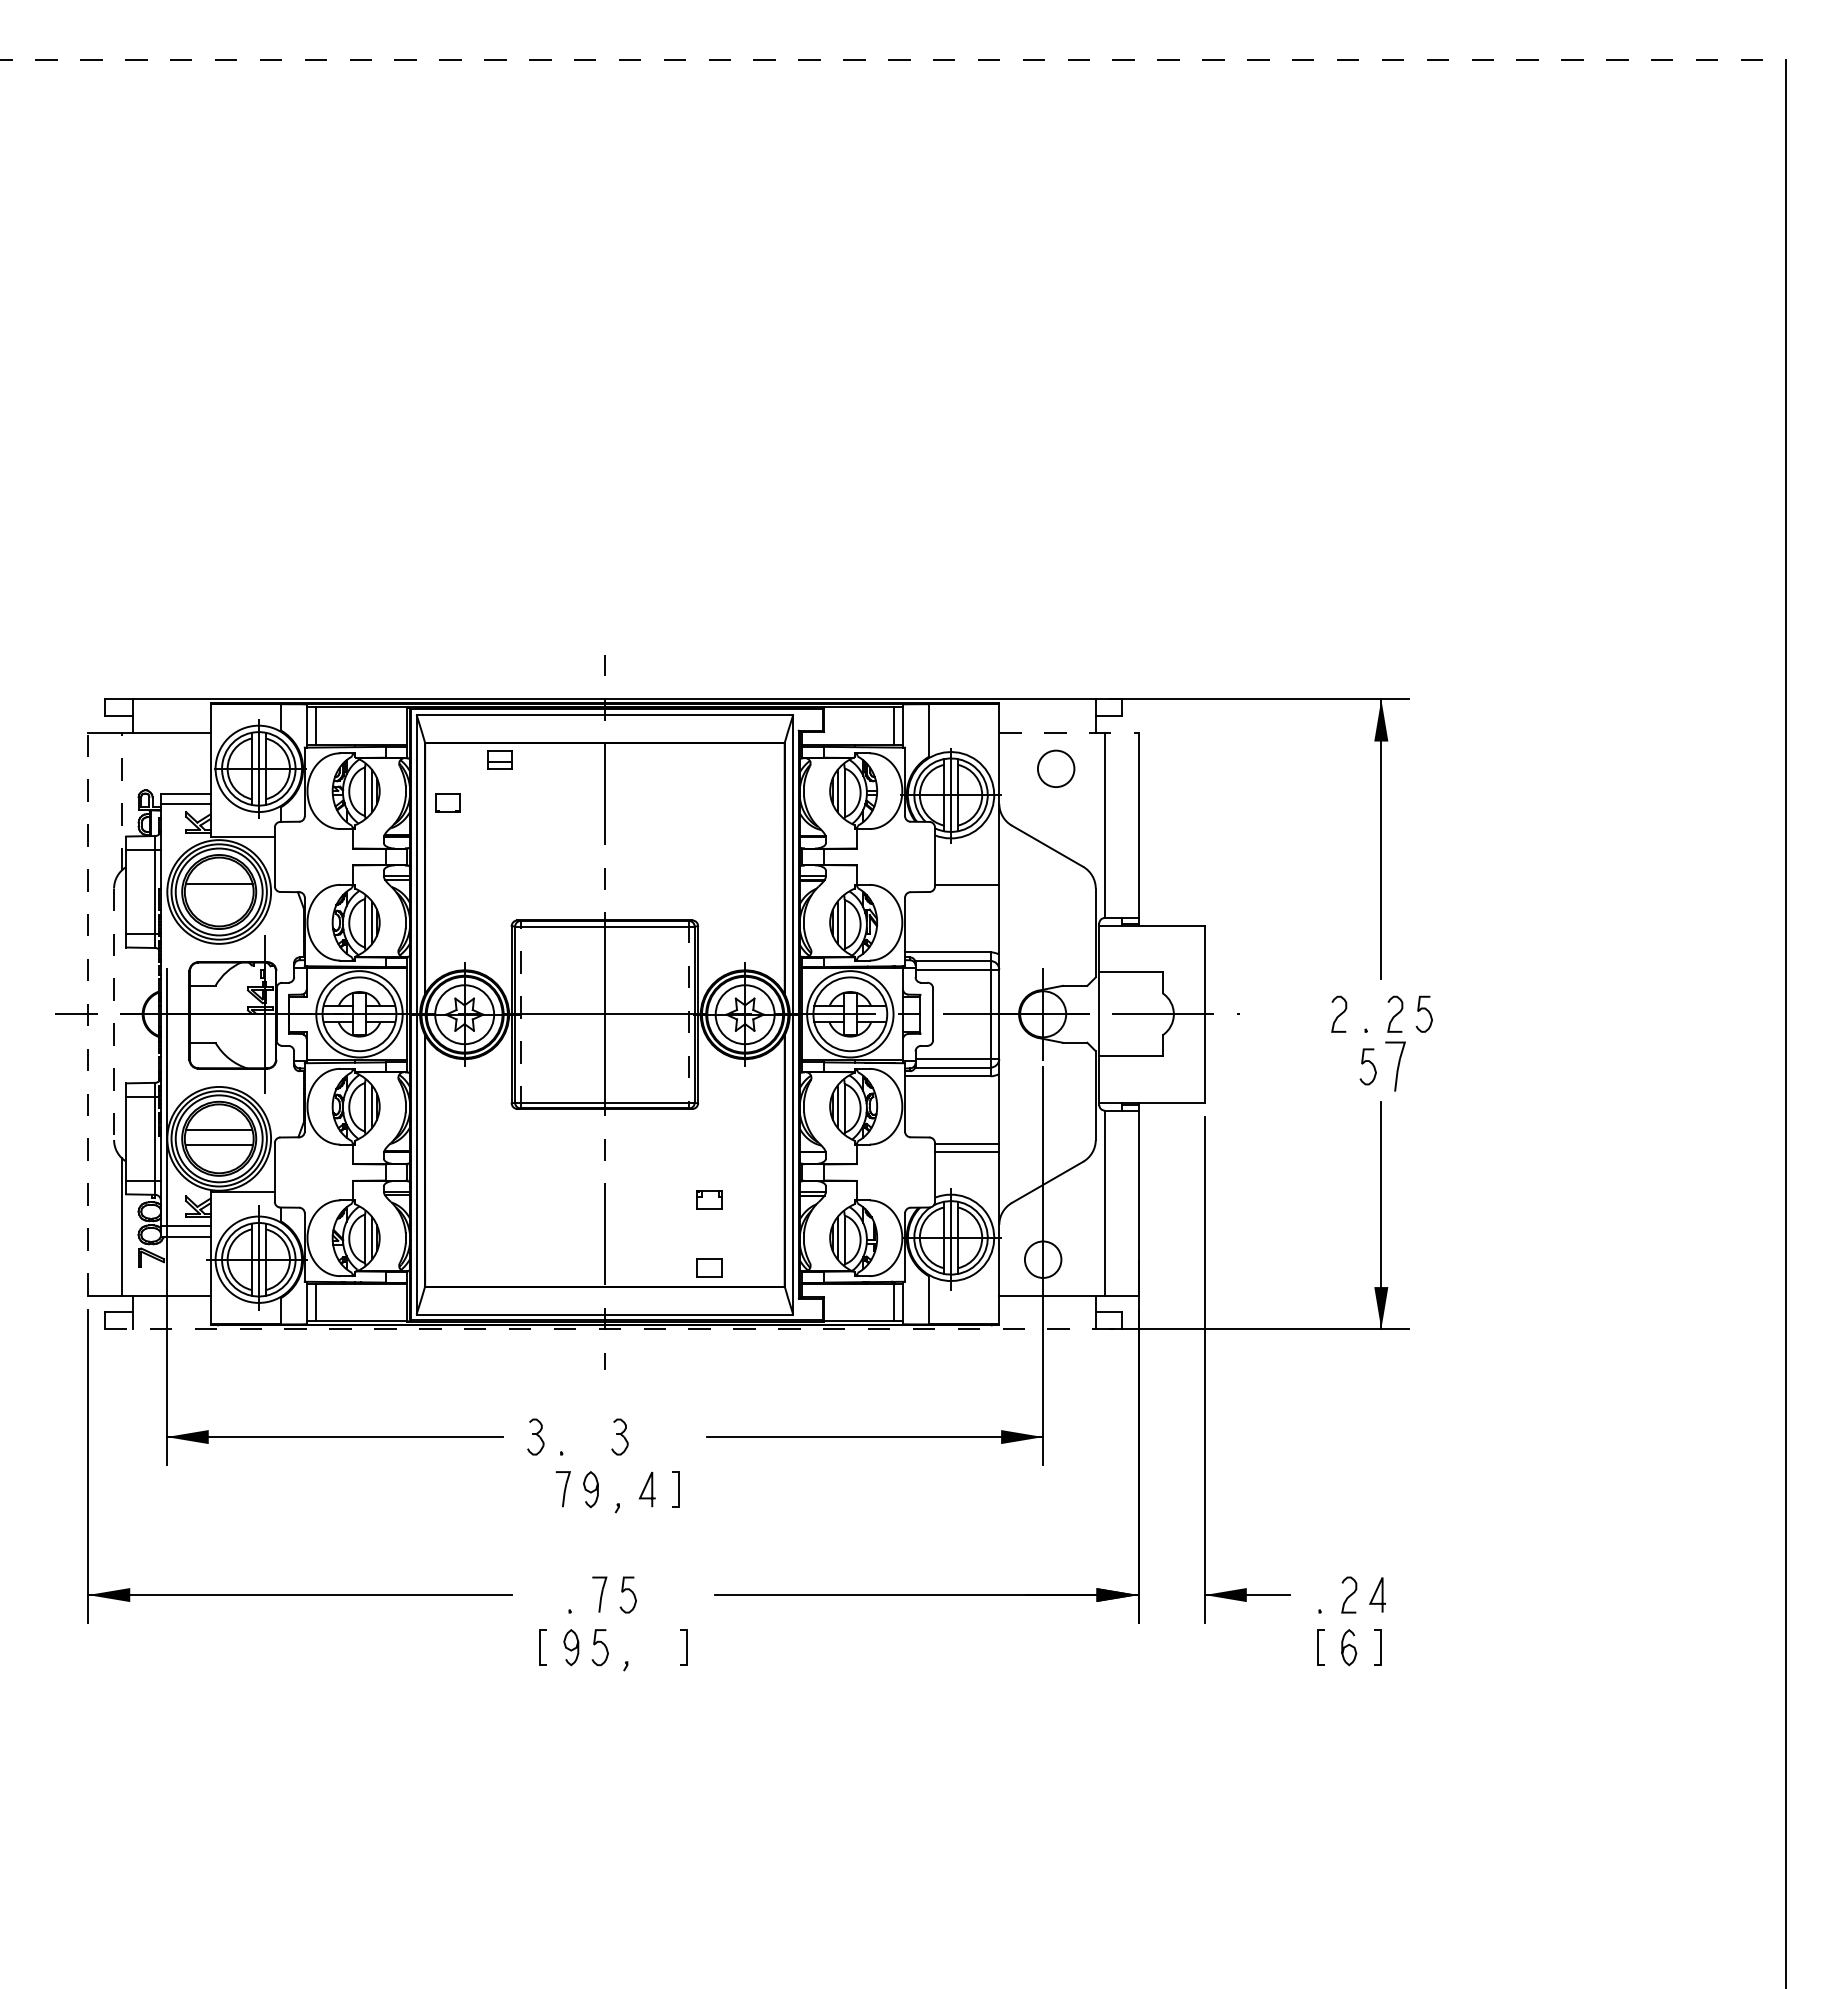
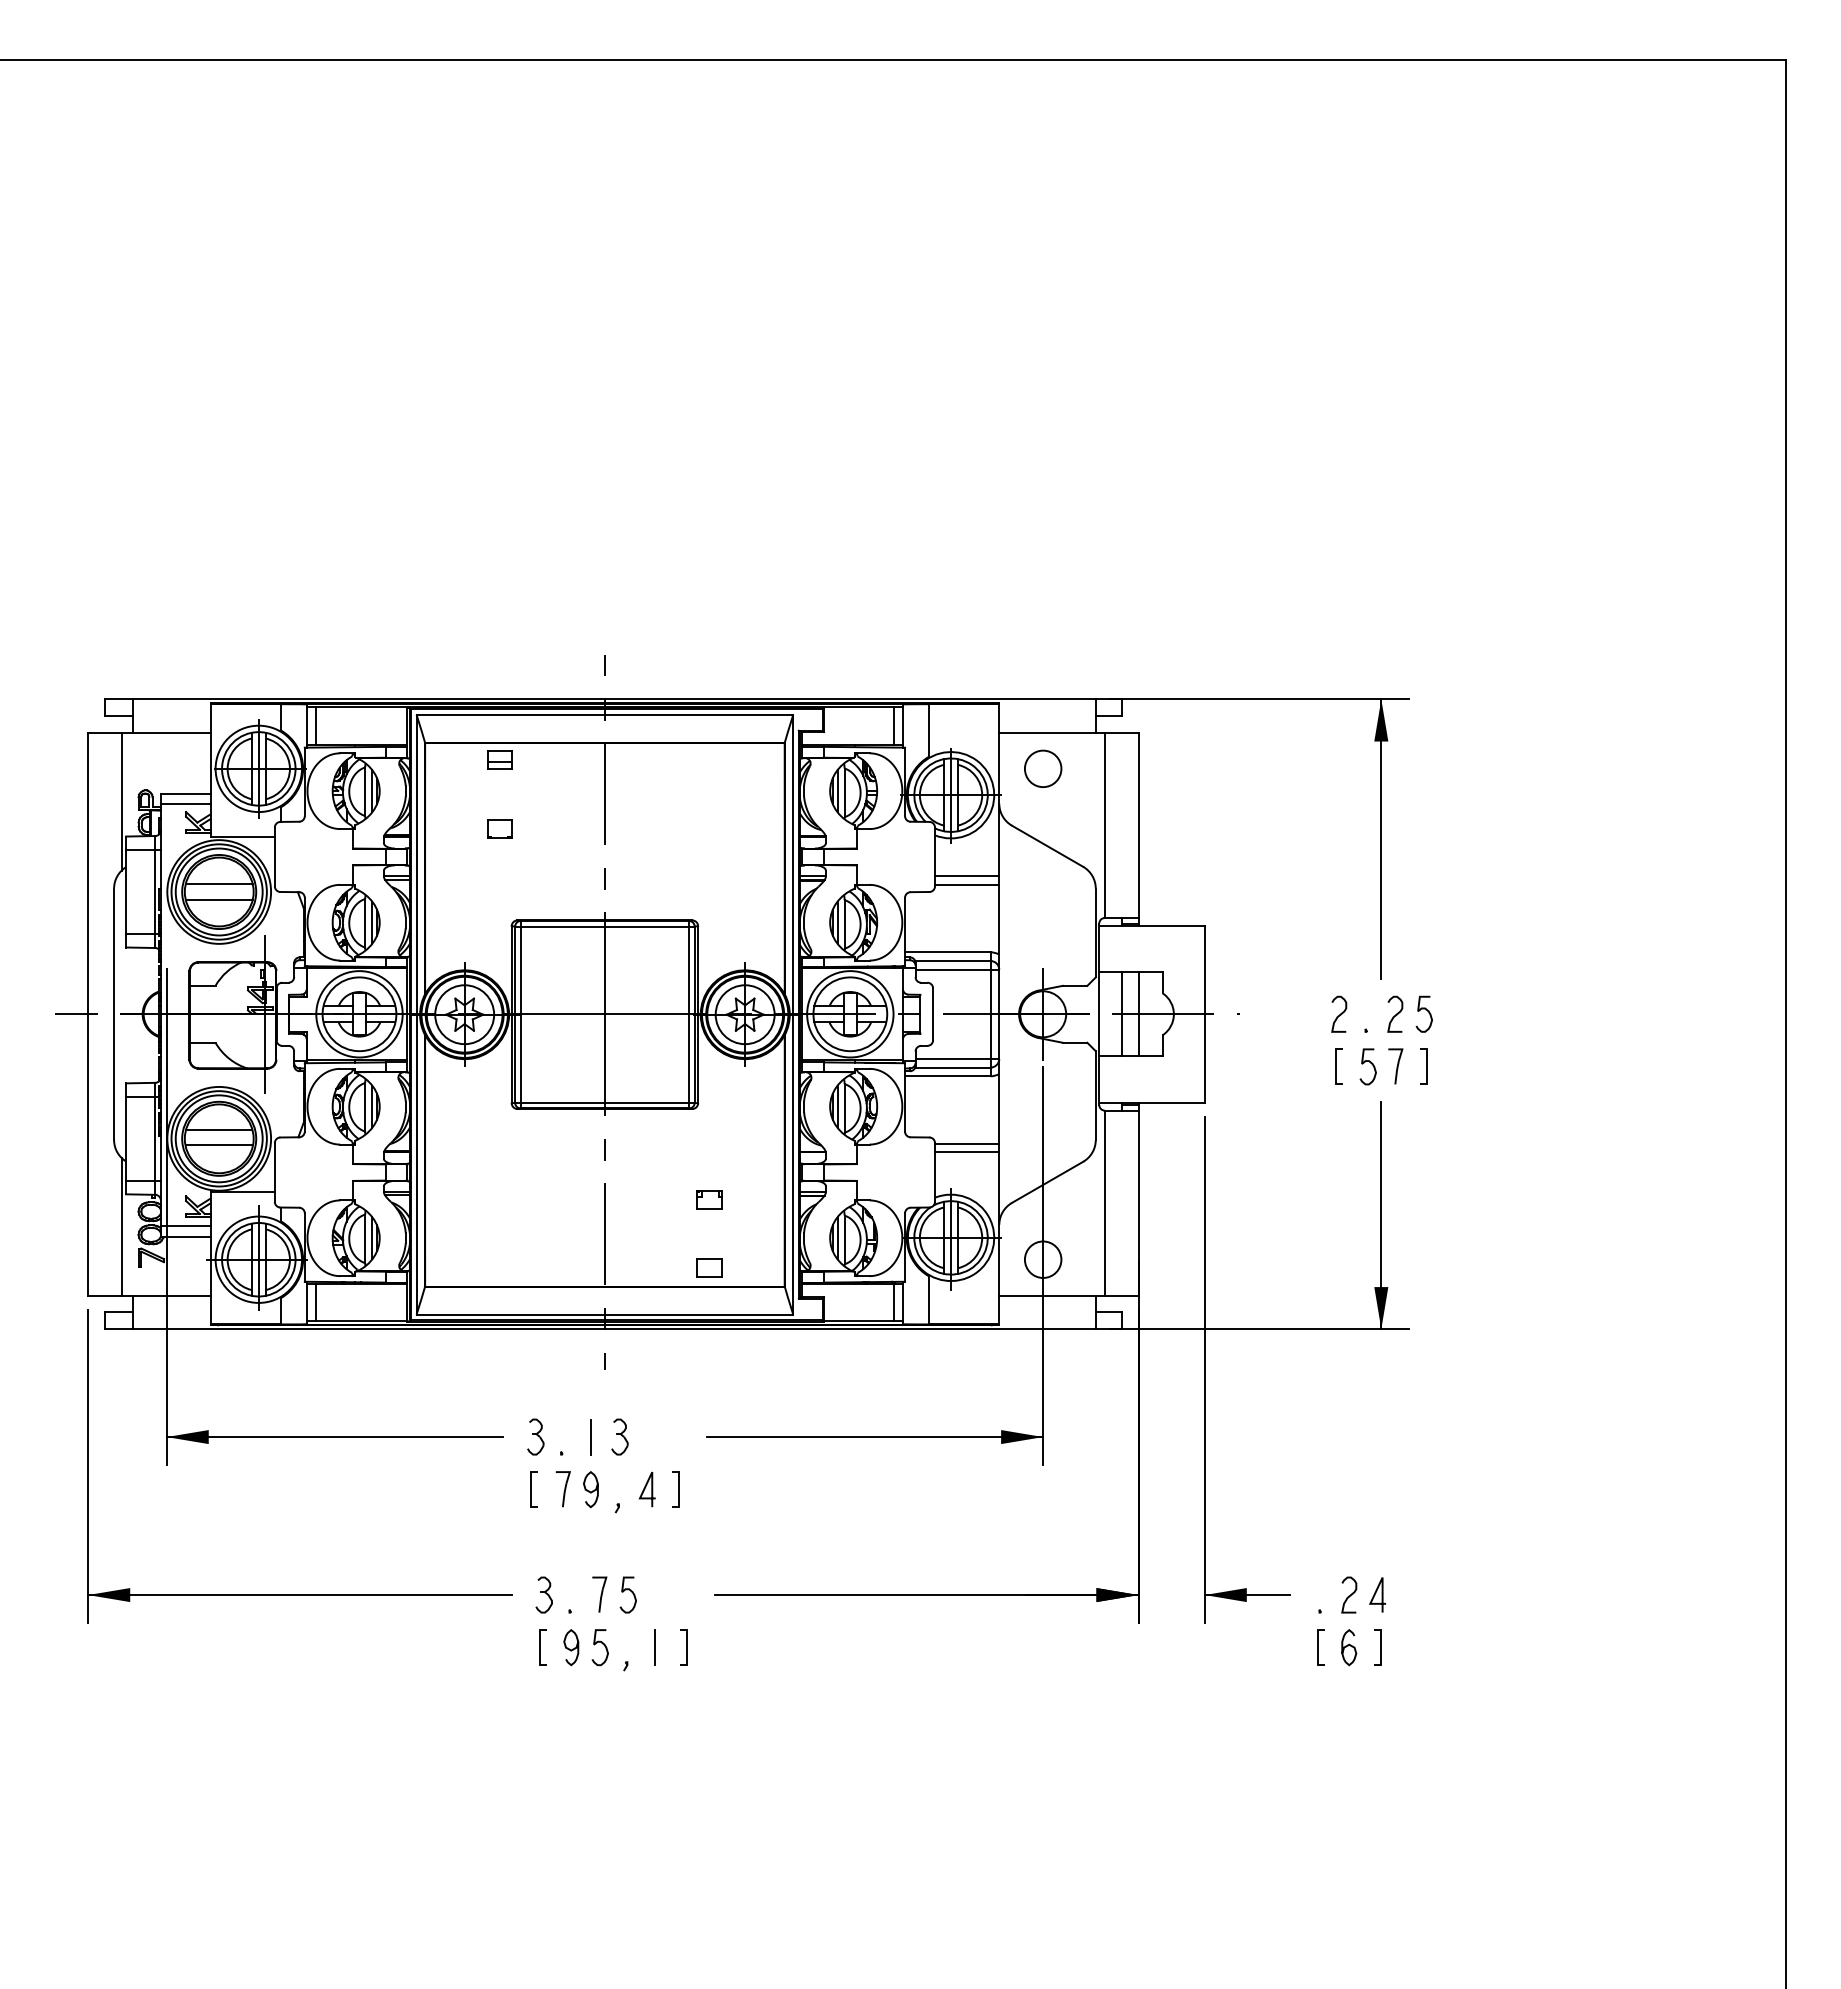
line at (893, 59): dashed -> solid
line at (1068, 733): dashed -> solid
circle at (1056, 768) position: (1056, 768) -> (1043, 768)
line at (121, 801): dashed -> solid
part at (447, 802) position: (447, 802) -> (499, 828)
line at (967, 876): none -> present
line at (218, 899): none -> present
line at (88, 1013): dashed -> solid
line at (114, 1014): dashed -> solid
line at (520, 1014): dashed -> solid
line at (689, 1014): dashed -> solid
line at (1121, 1014): none -> present
line at (1138, 1014): none -> present
line at (1336, 1066): none -> present
part at (1395, 1066) size: 21x51 px -> 16x37 px
line at (1426, 1066): none -> present
line at (613, 1329): dashed -> solid
line at (590, 1436): none -> present
line at (531, 1489): none -> present
part at (543, 1594): none -> present
line at (655, 1647): none -> present
